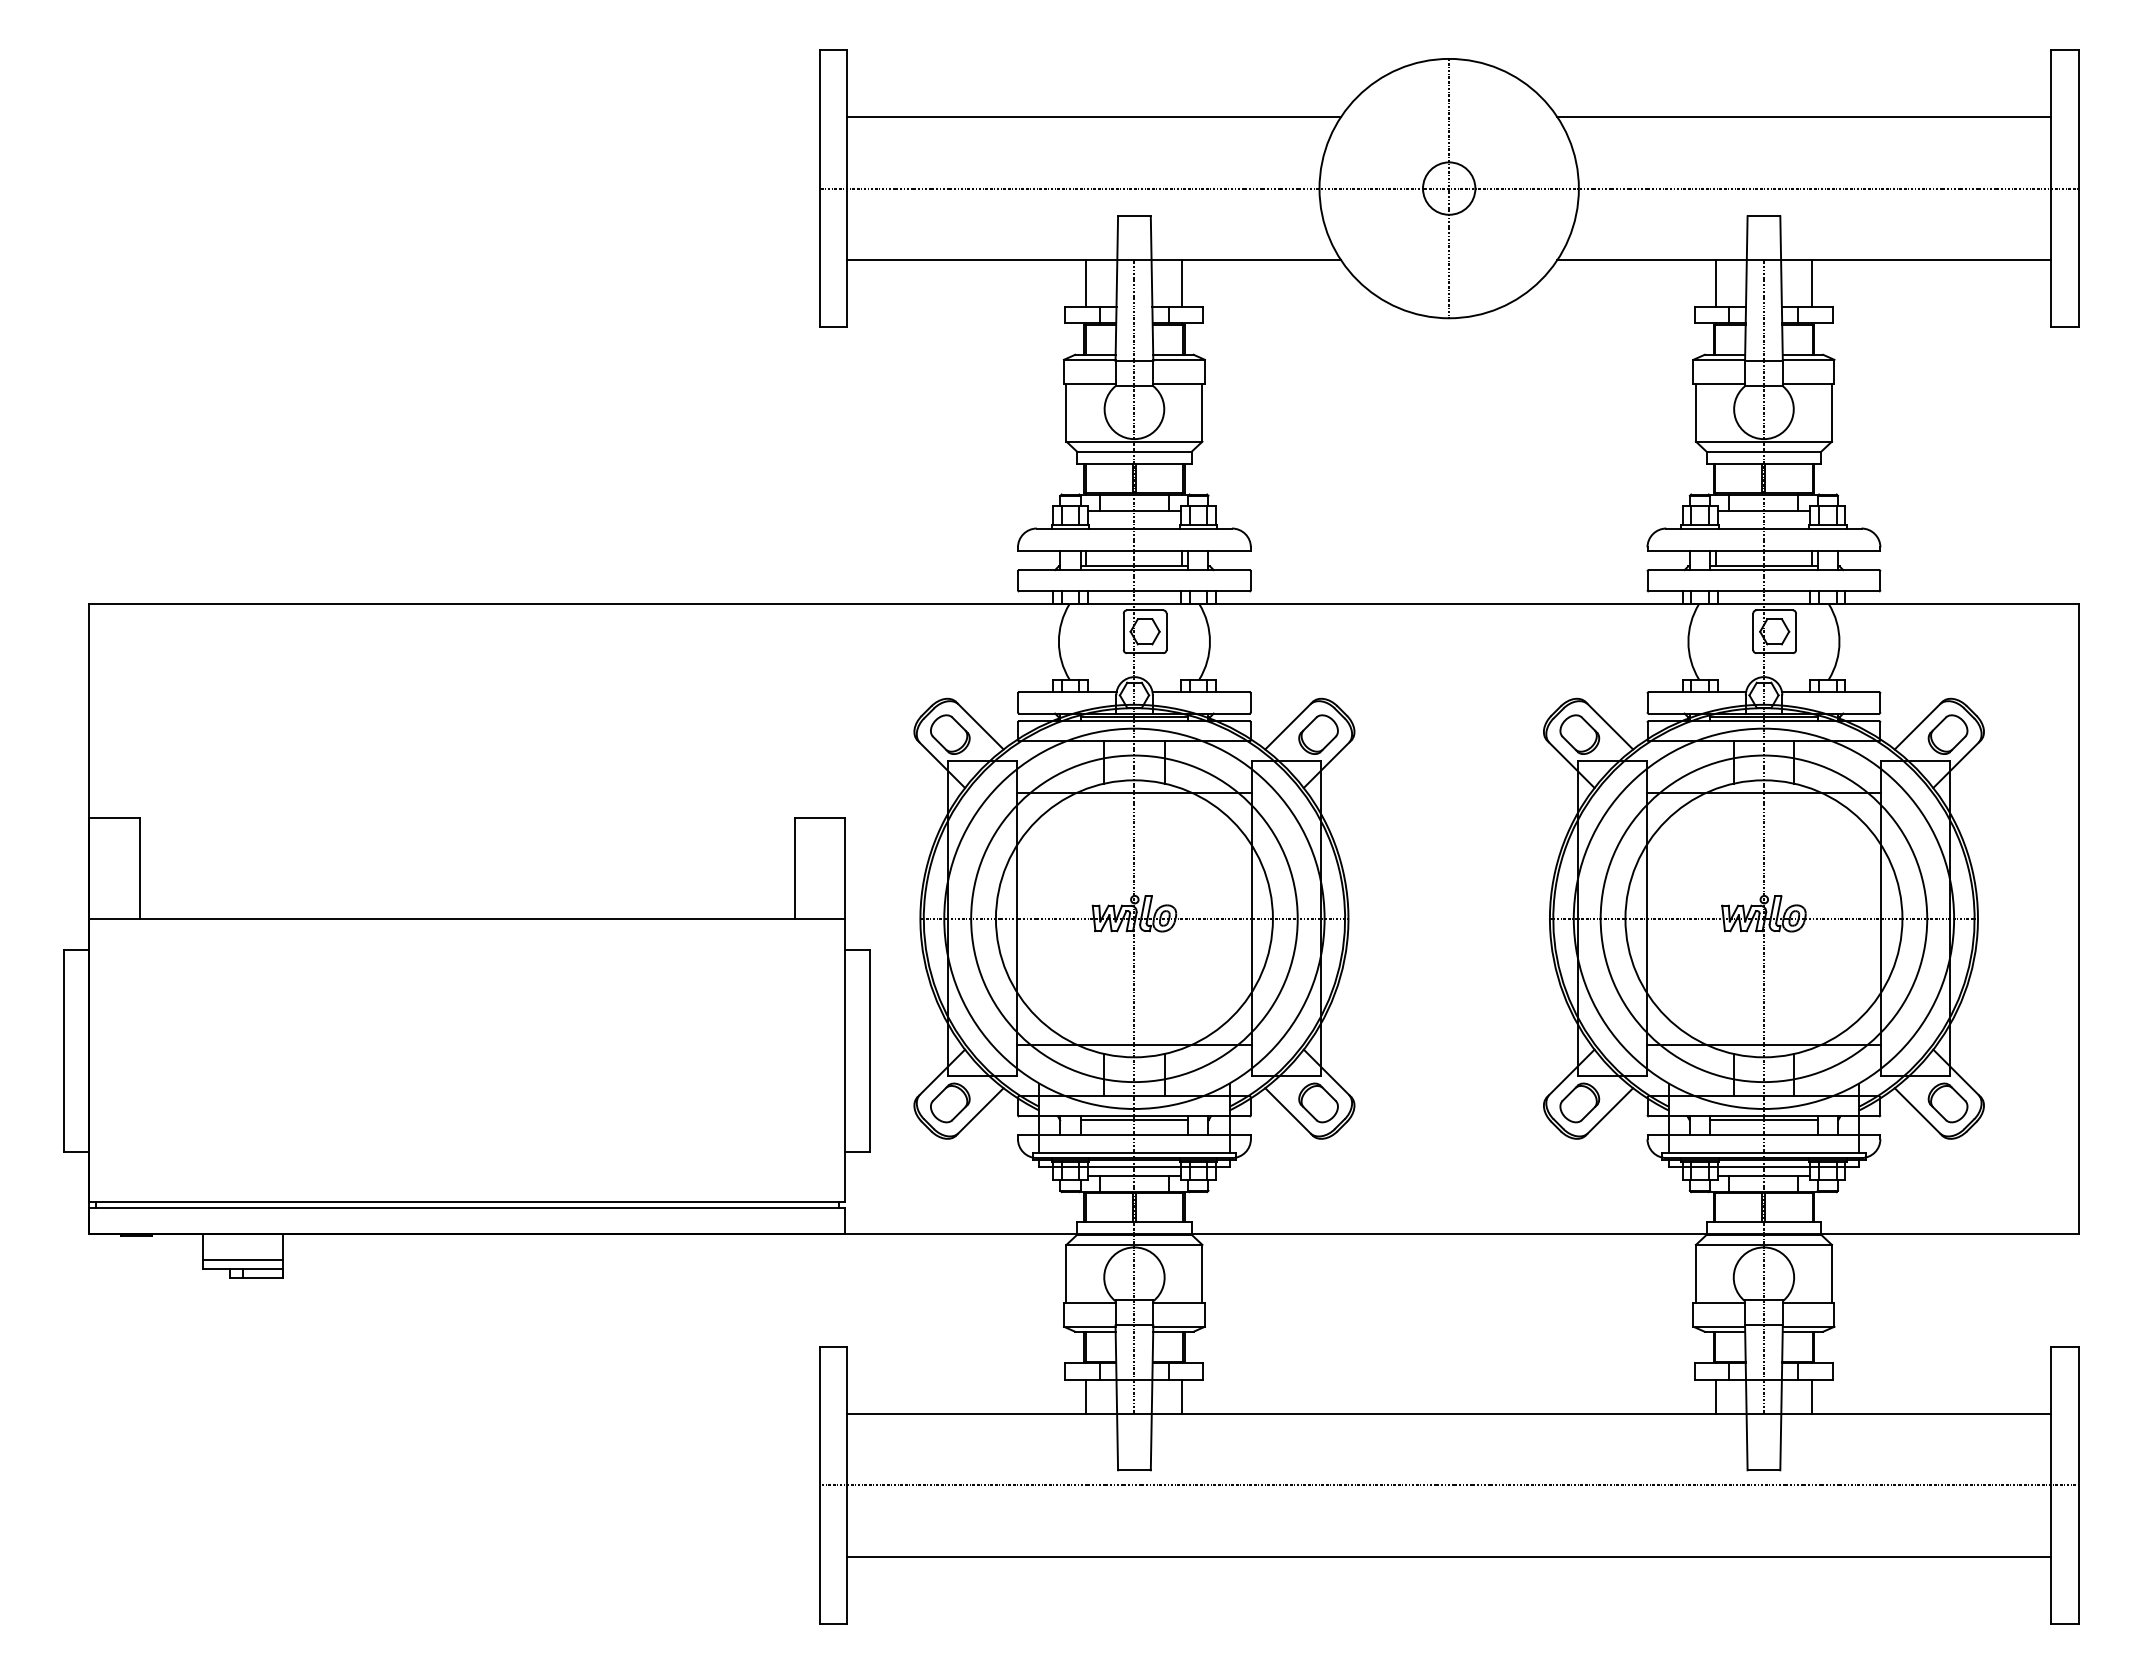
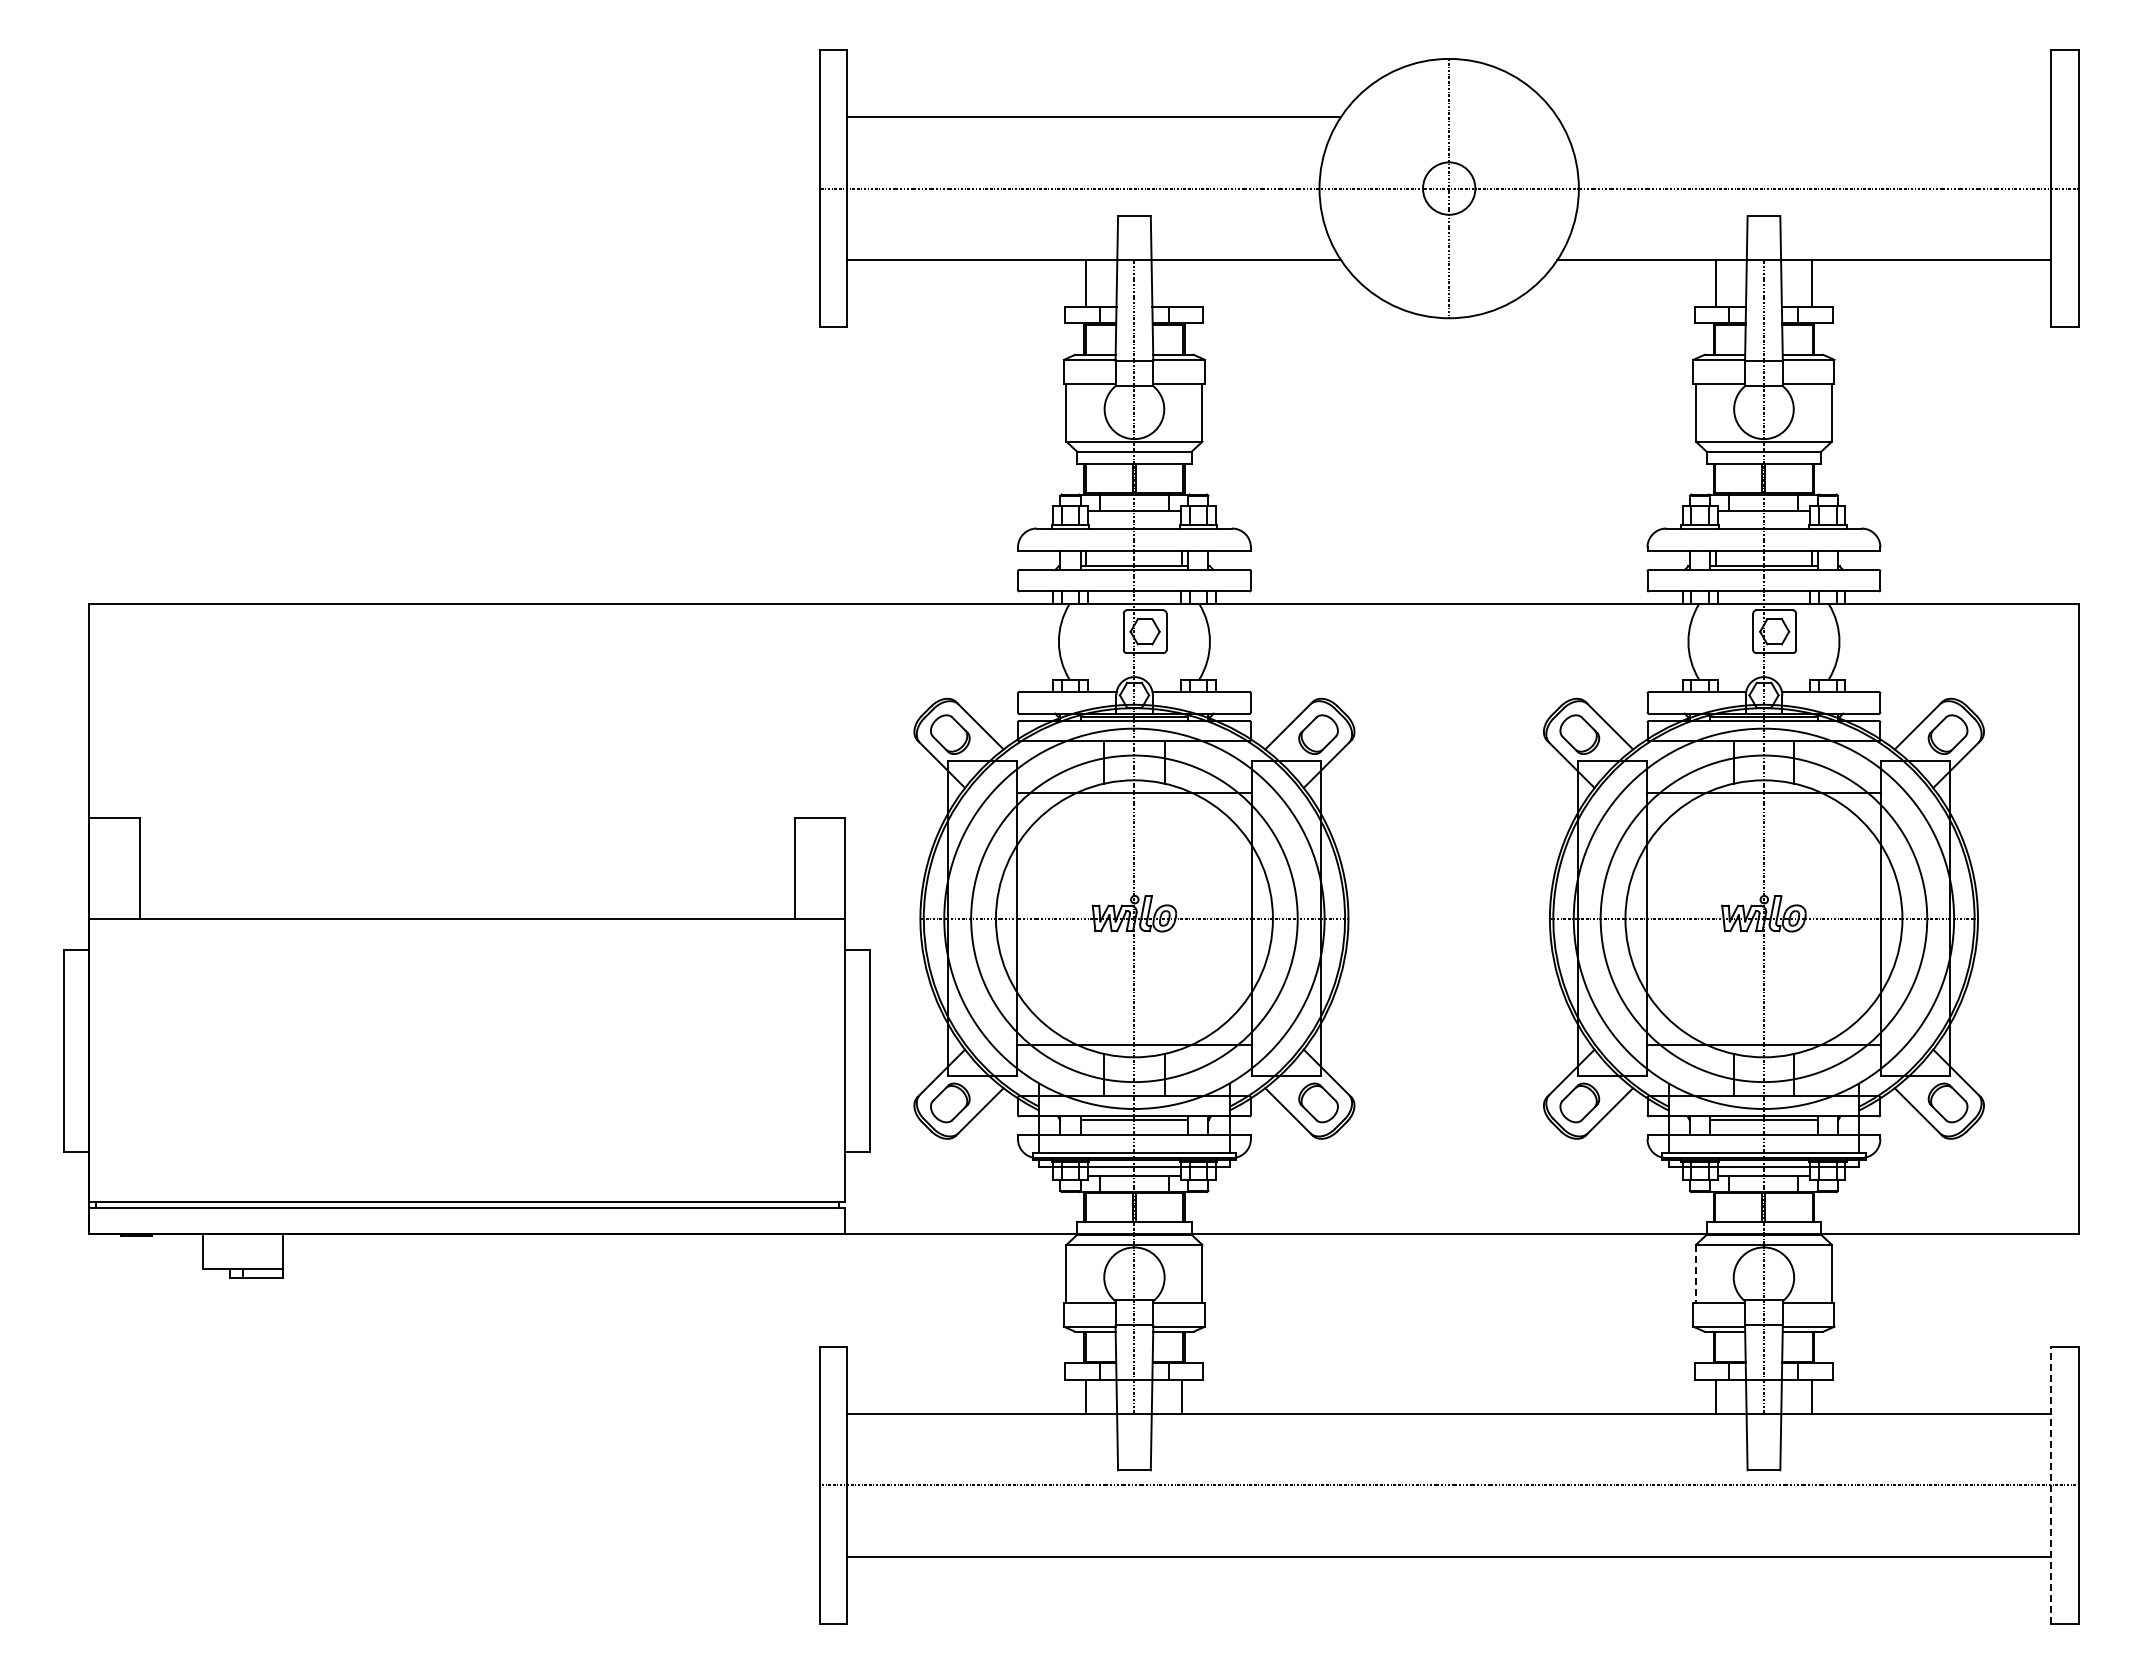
line at (1804, 116): present -> none
line at (1182, 283): present -> none
line at (242, 1260): present -> none
line at (1695, 1273): solid -> dashed
line at (2051, 1484): solid -> dashed
